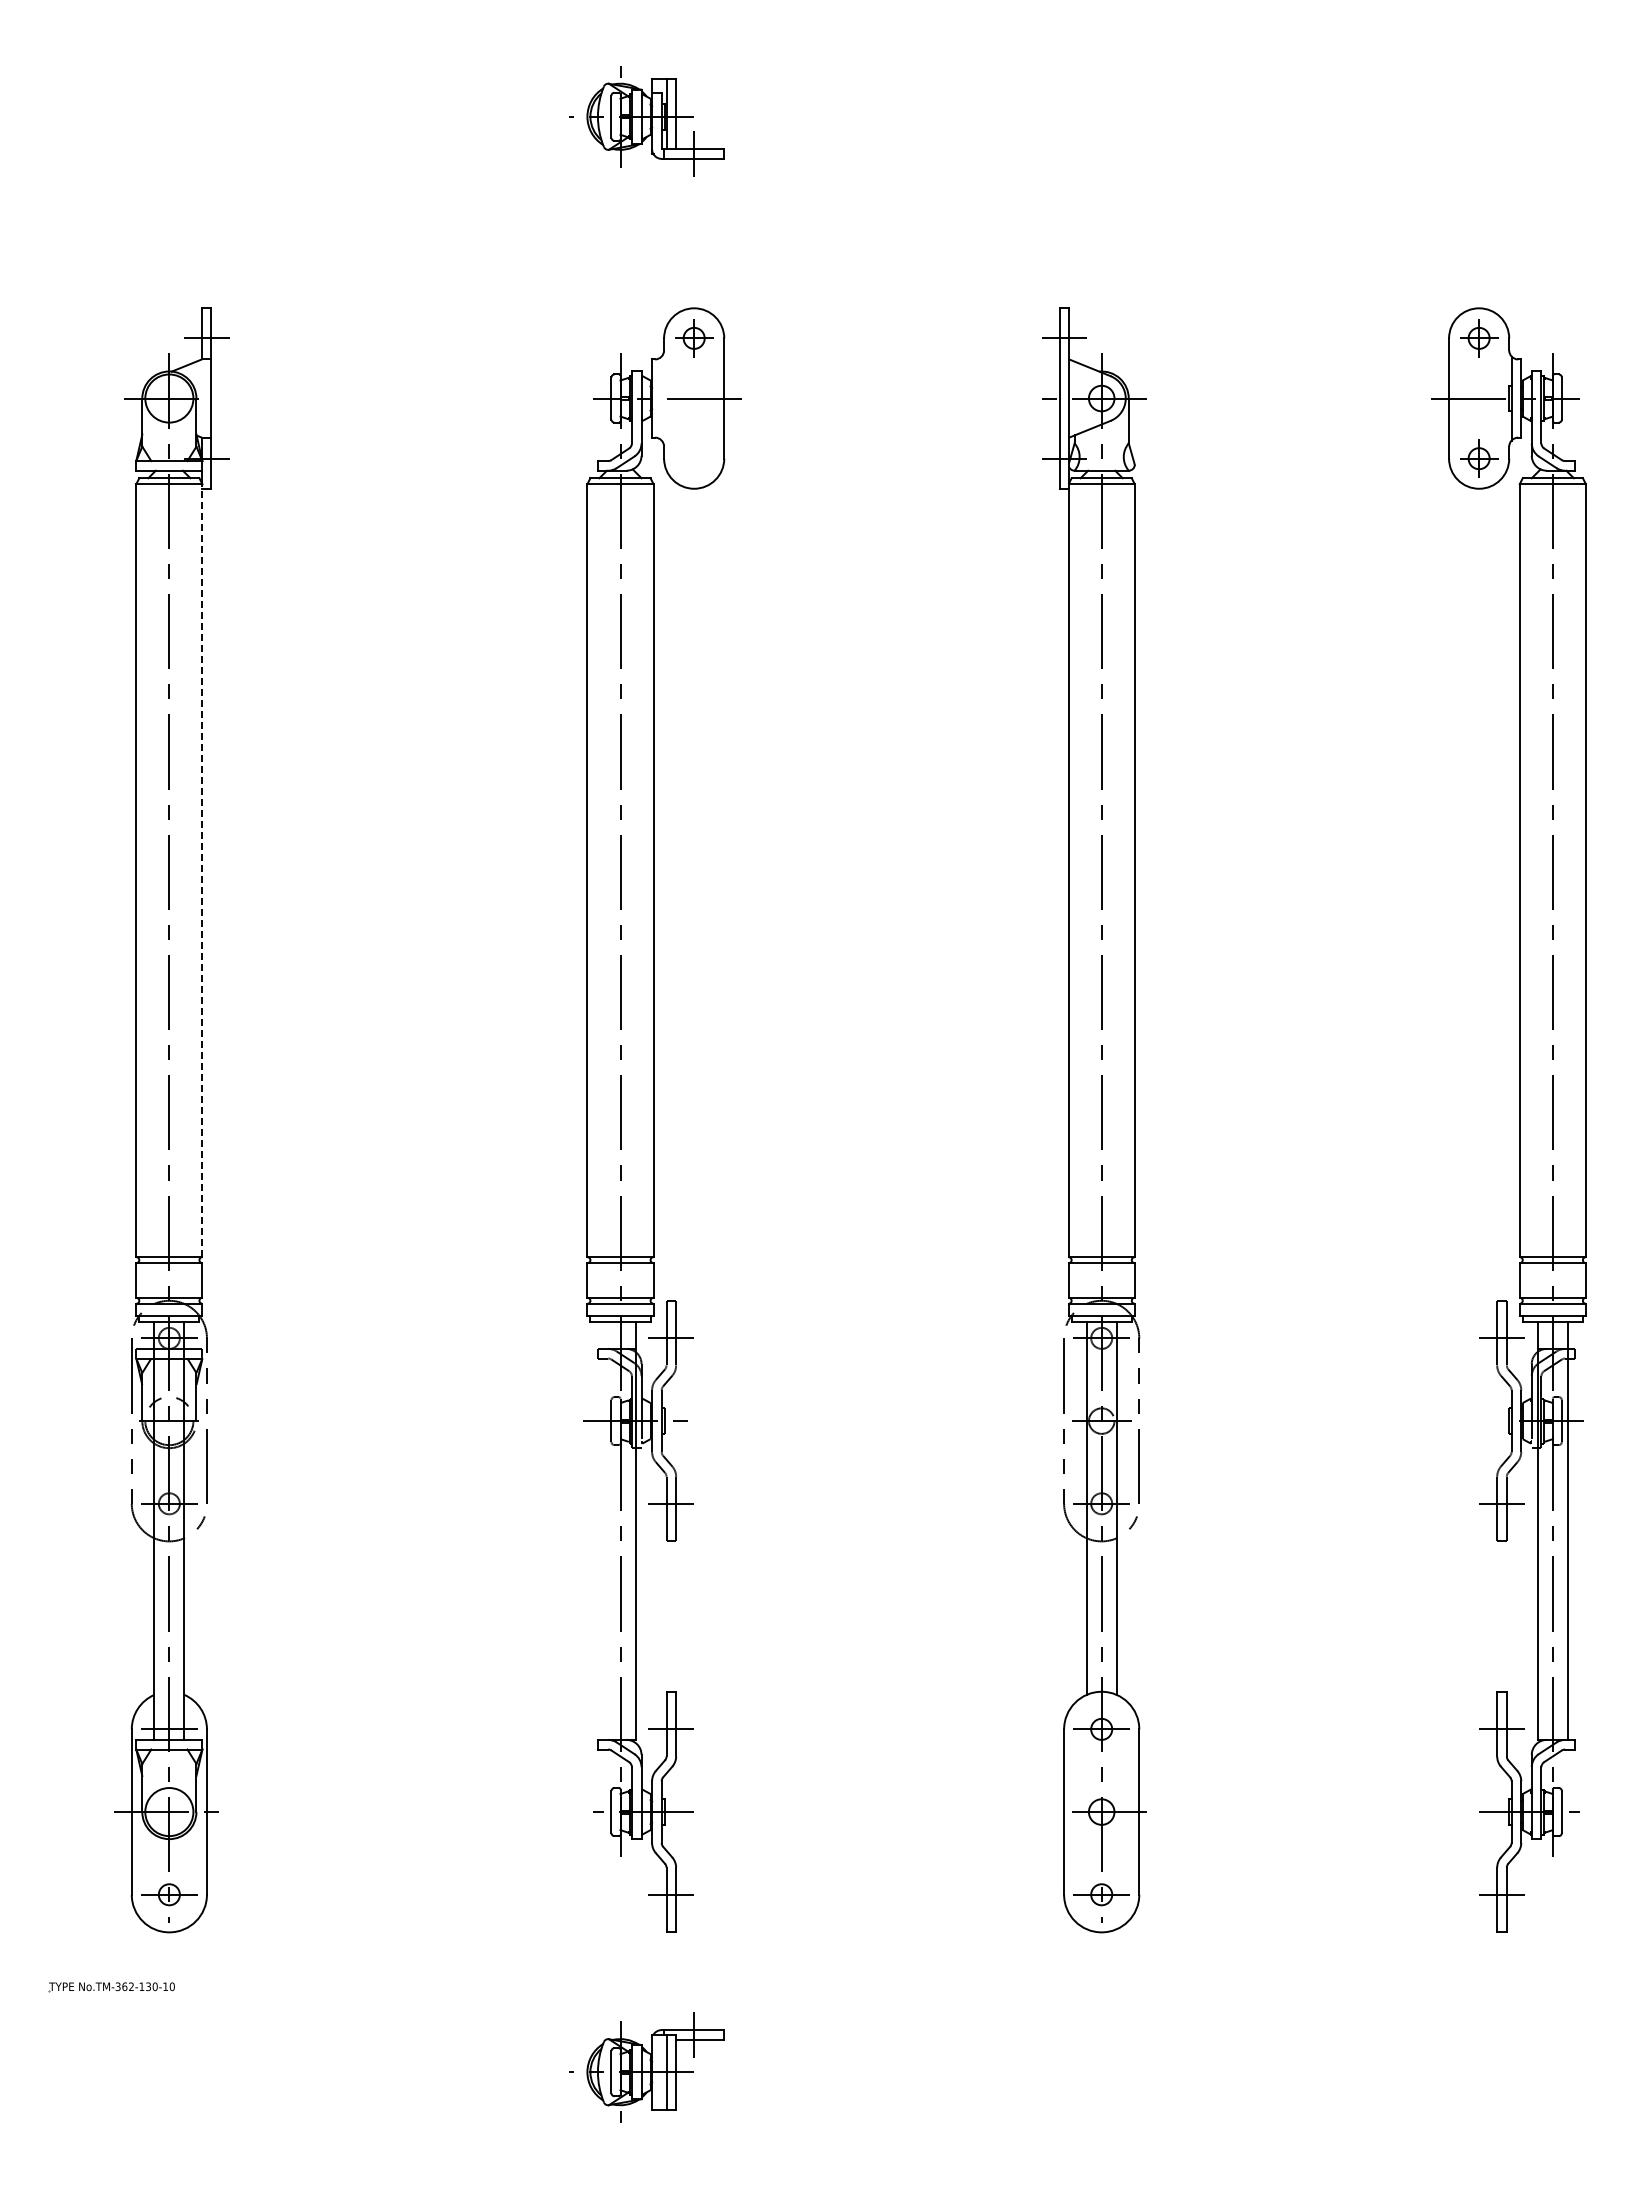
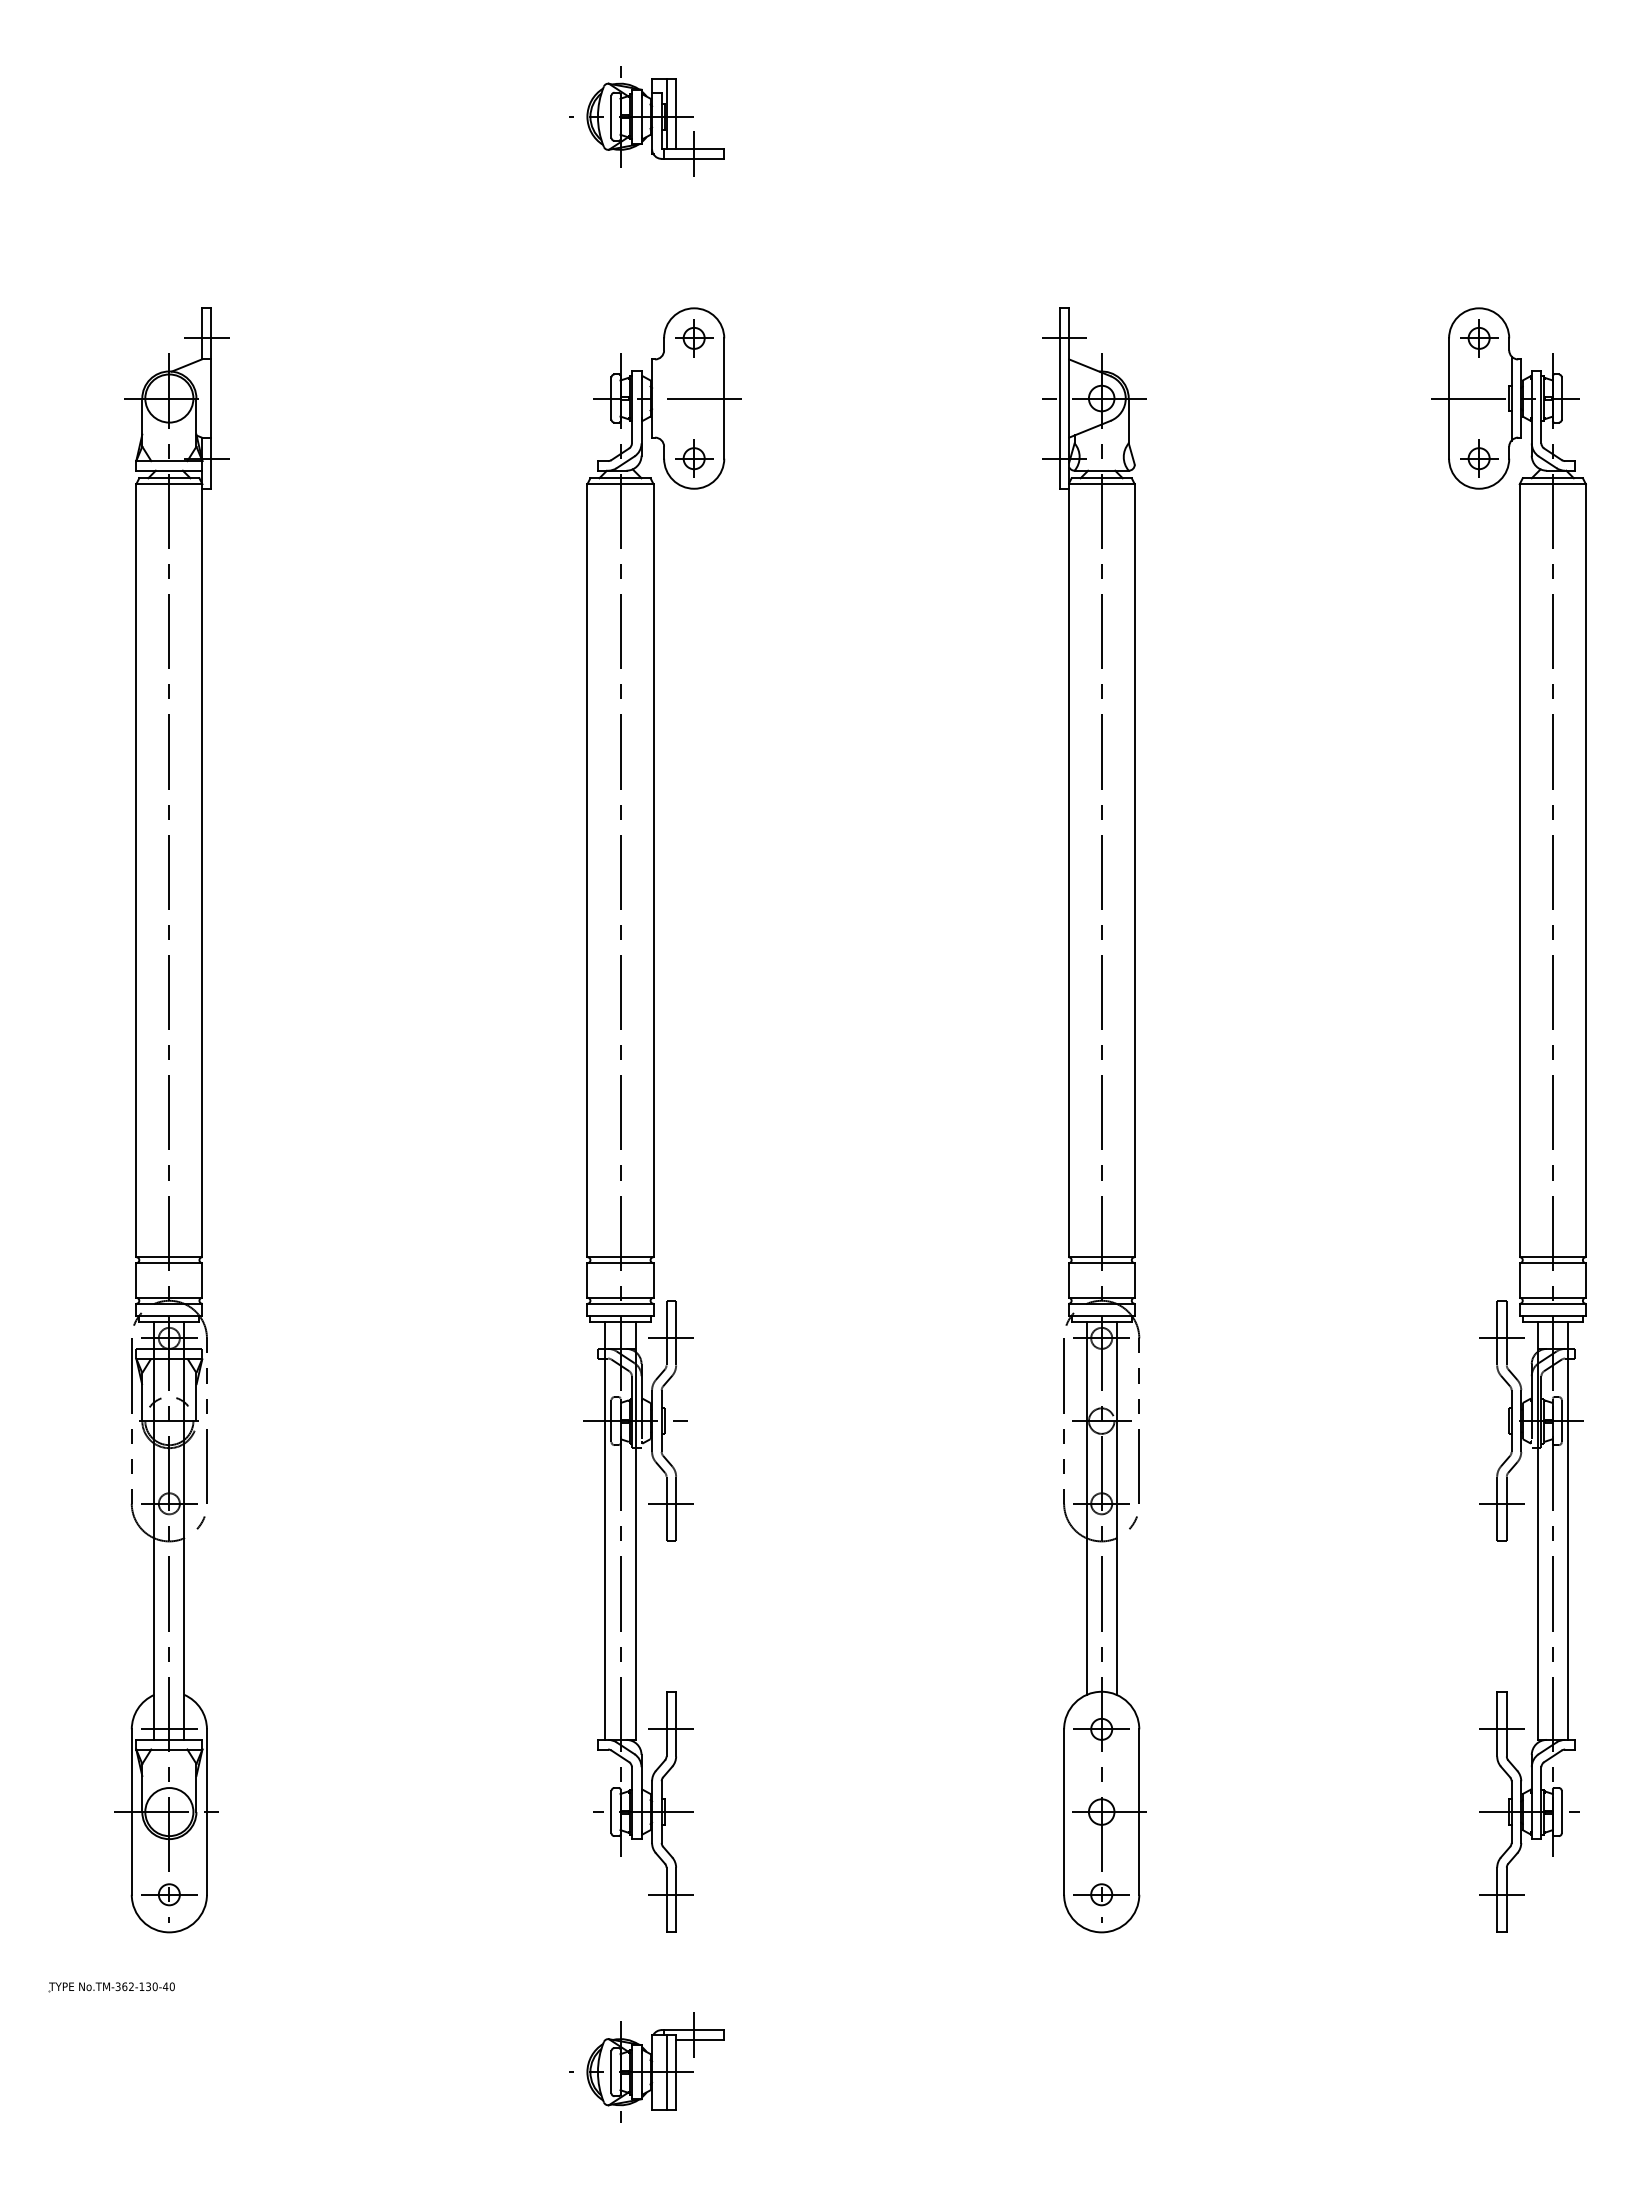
part at (694, 458): none -> present
line at (202, 870): dashed -> solid
line at (605, 1530): none -> present
text at (165, 1986): No.TM-362-130-10 -> No.TM-362-130-40
